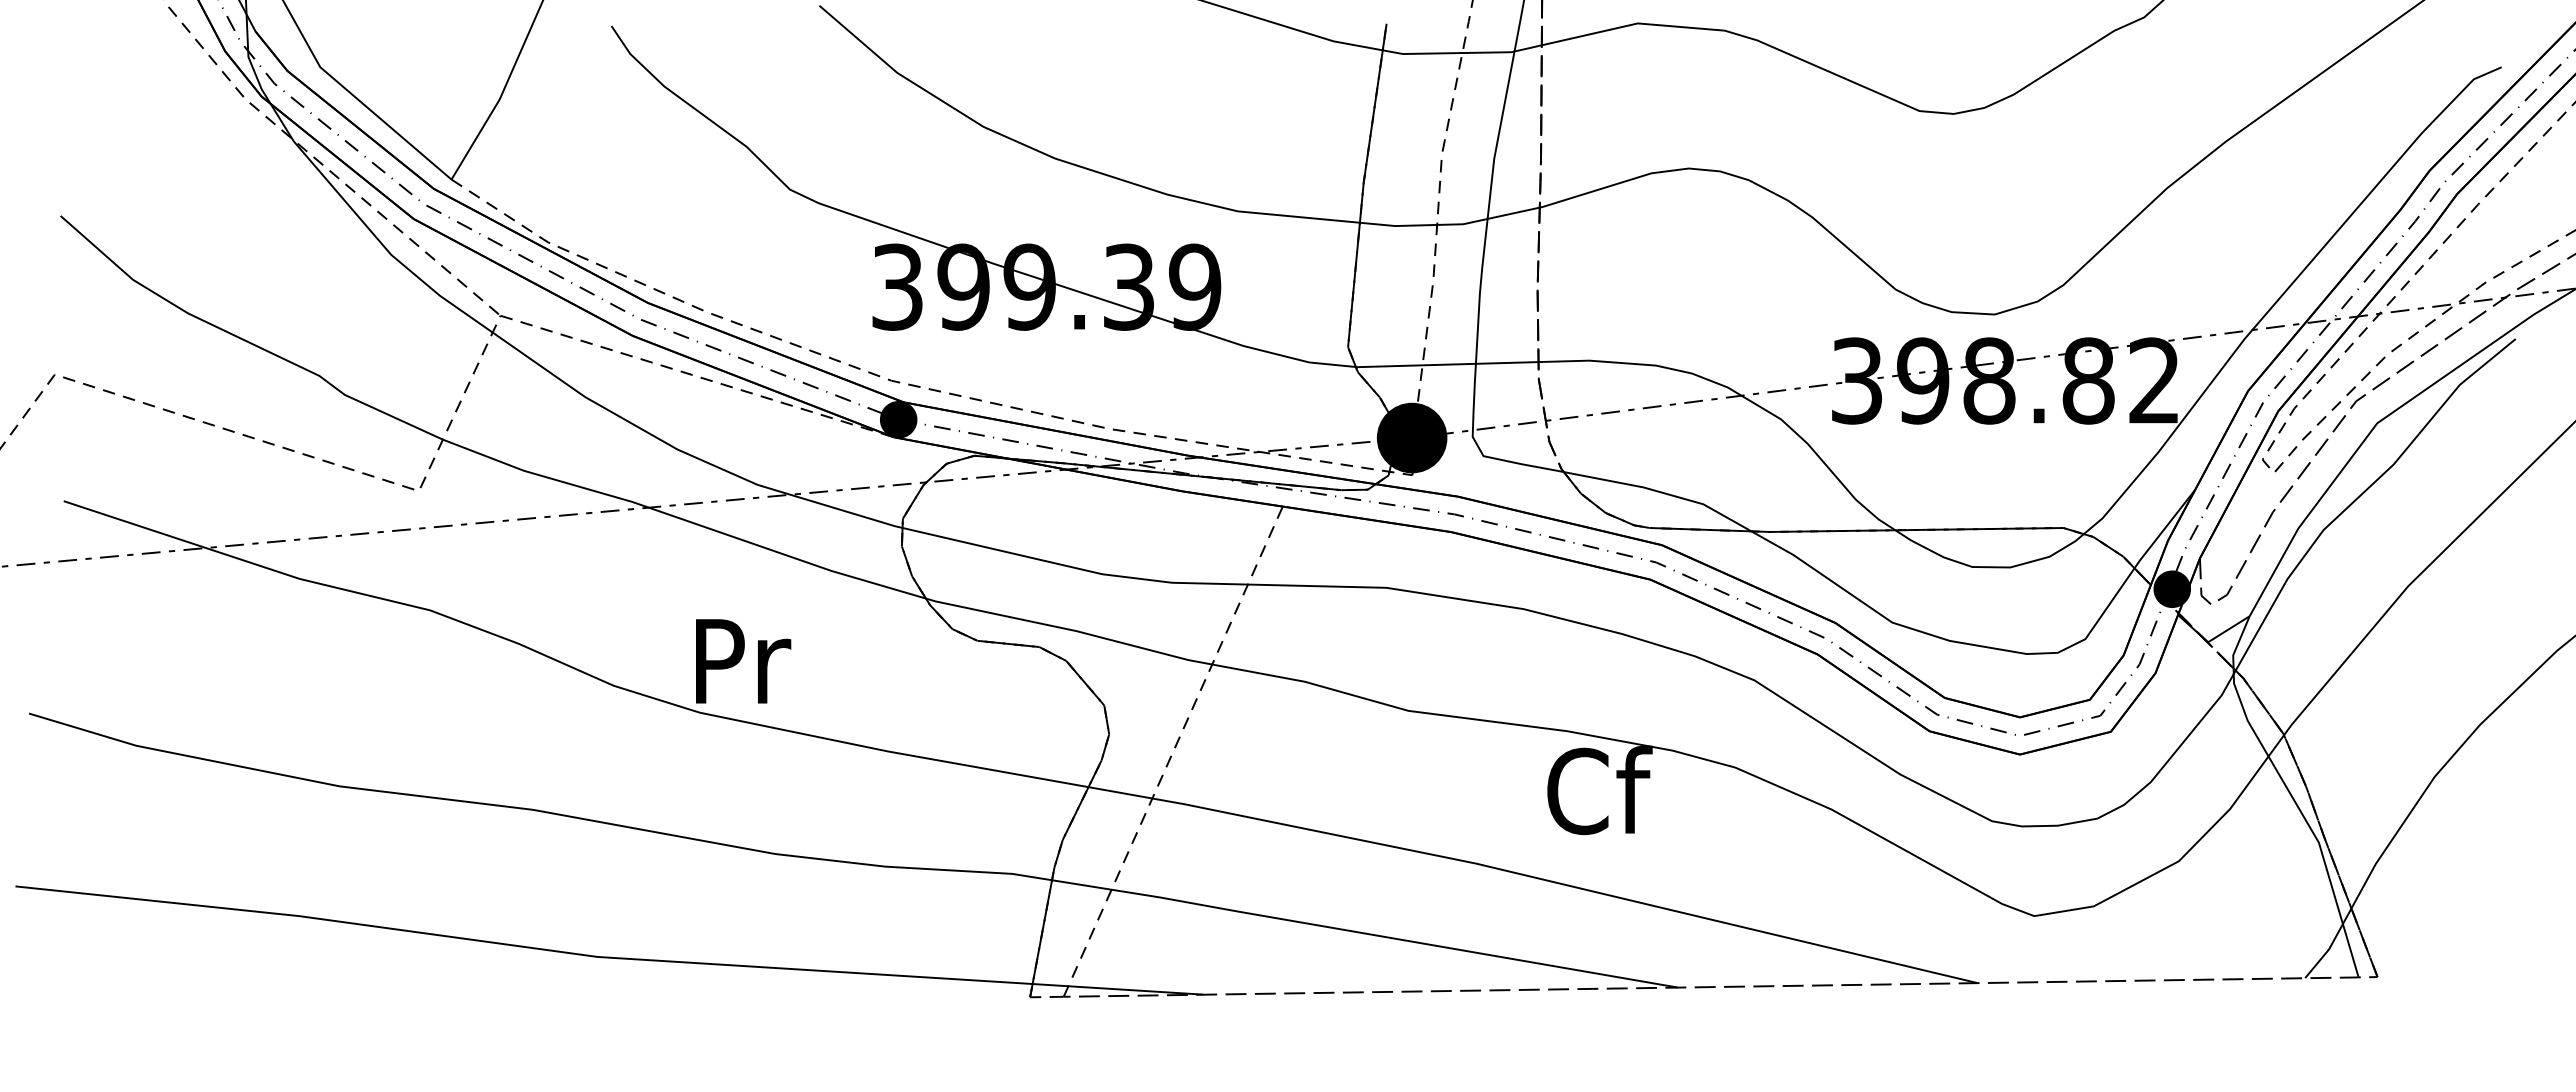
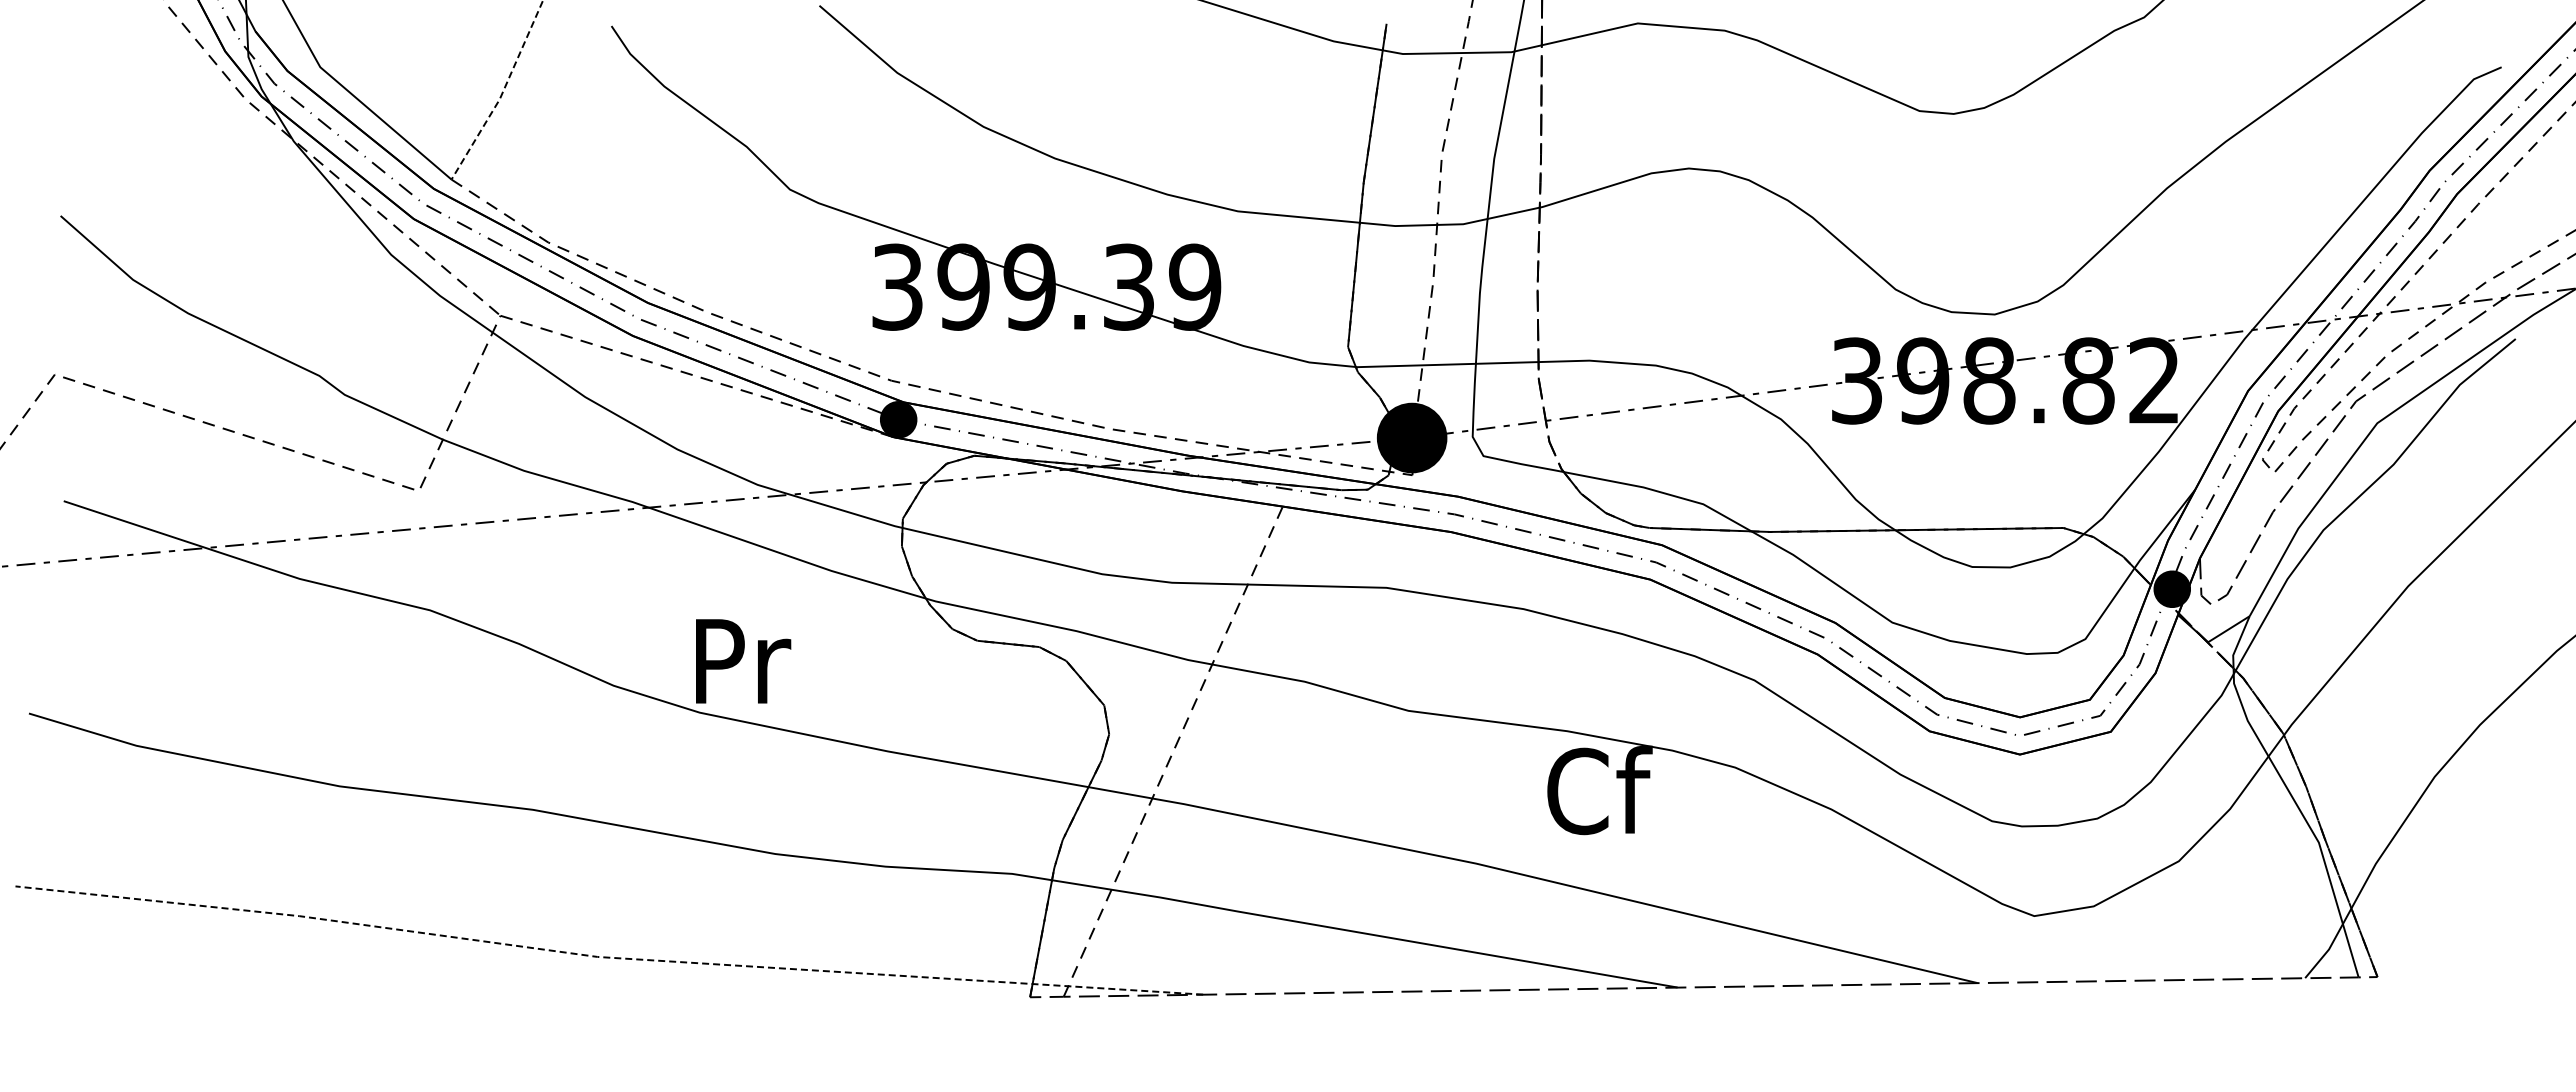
line at (502, 93): solid -> dashed
line at (606, 957): solid -> dashed
